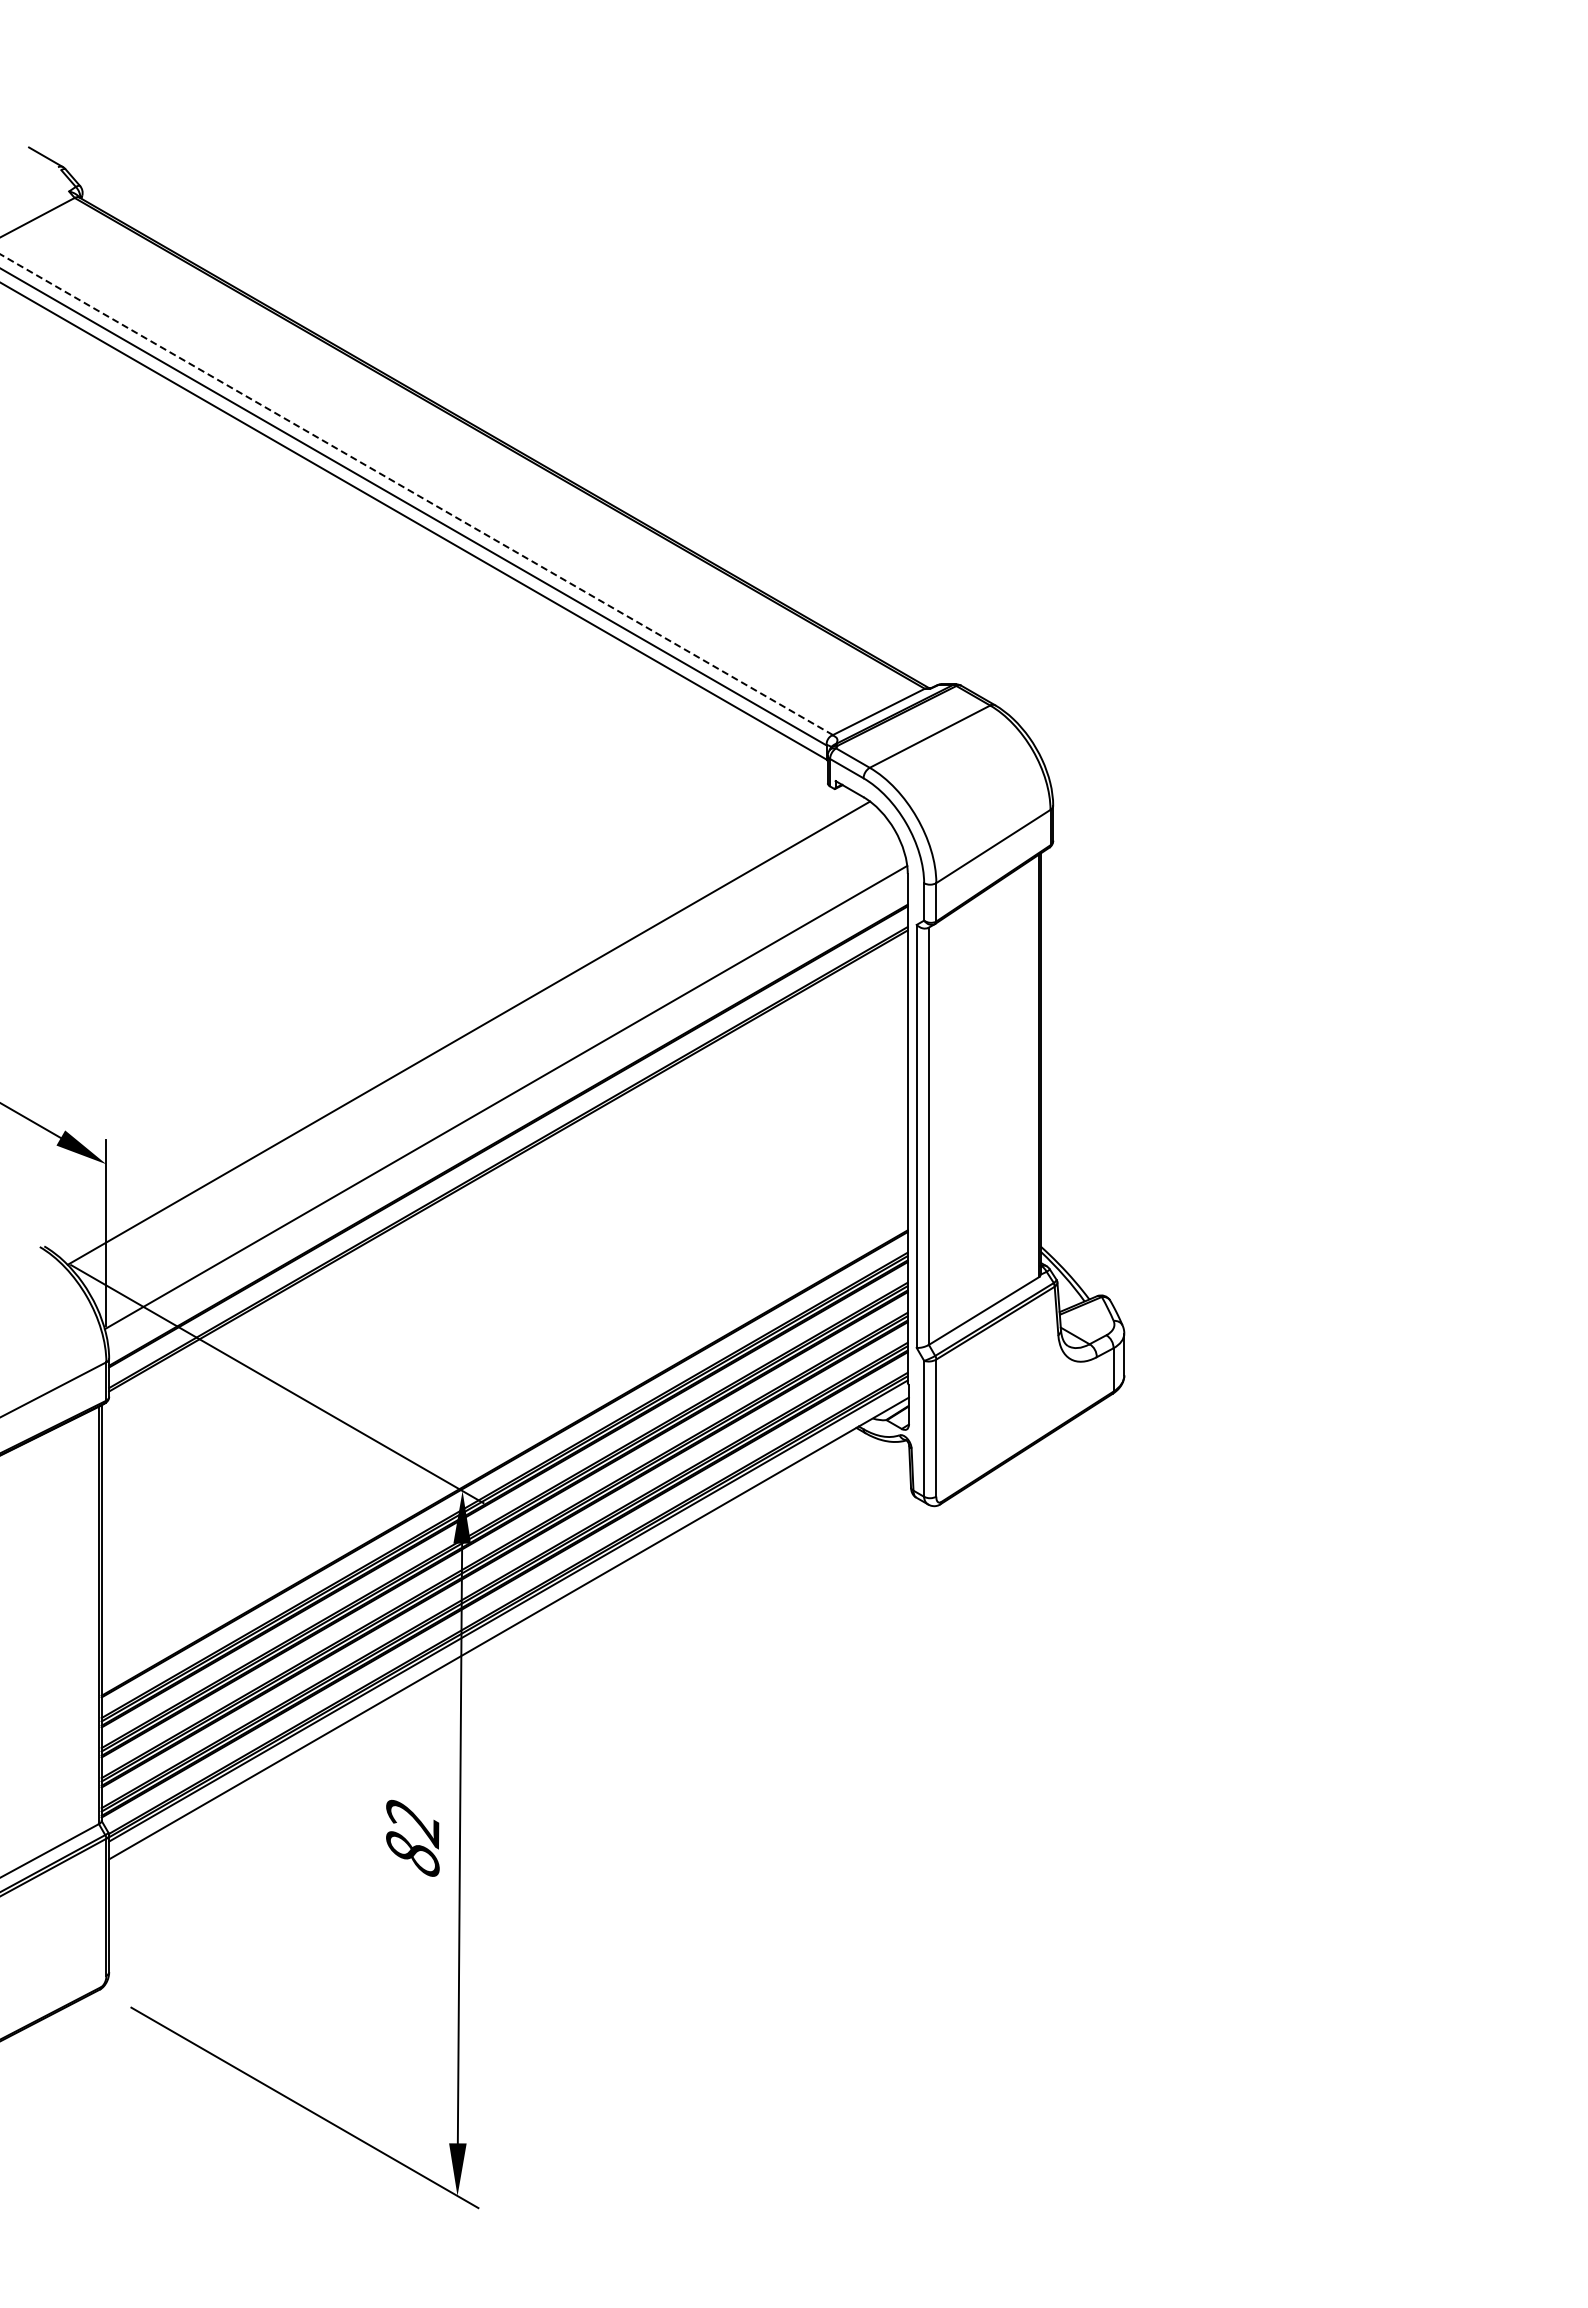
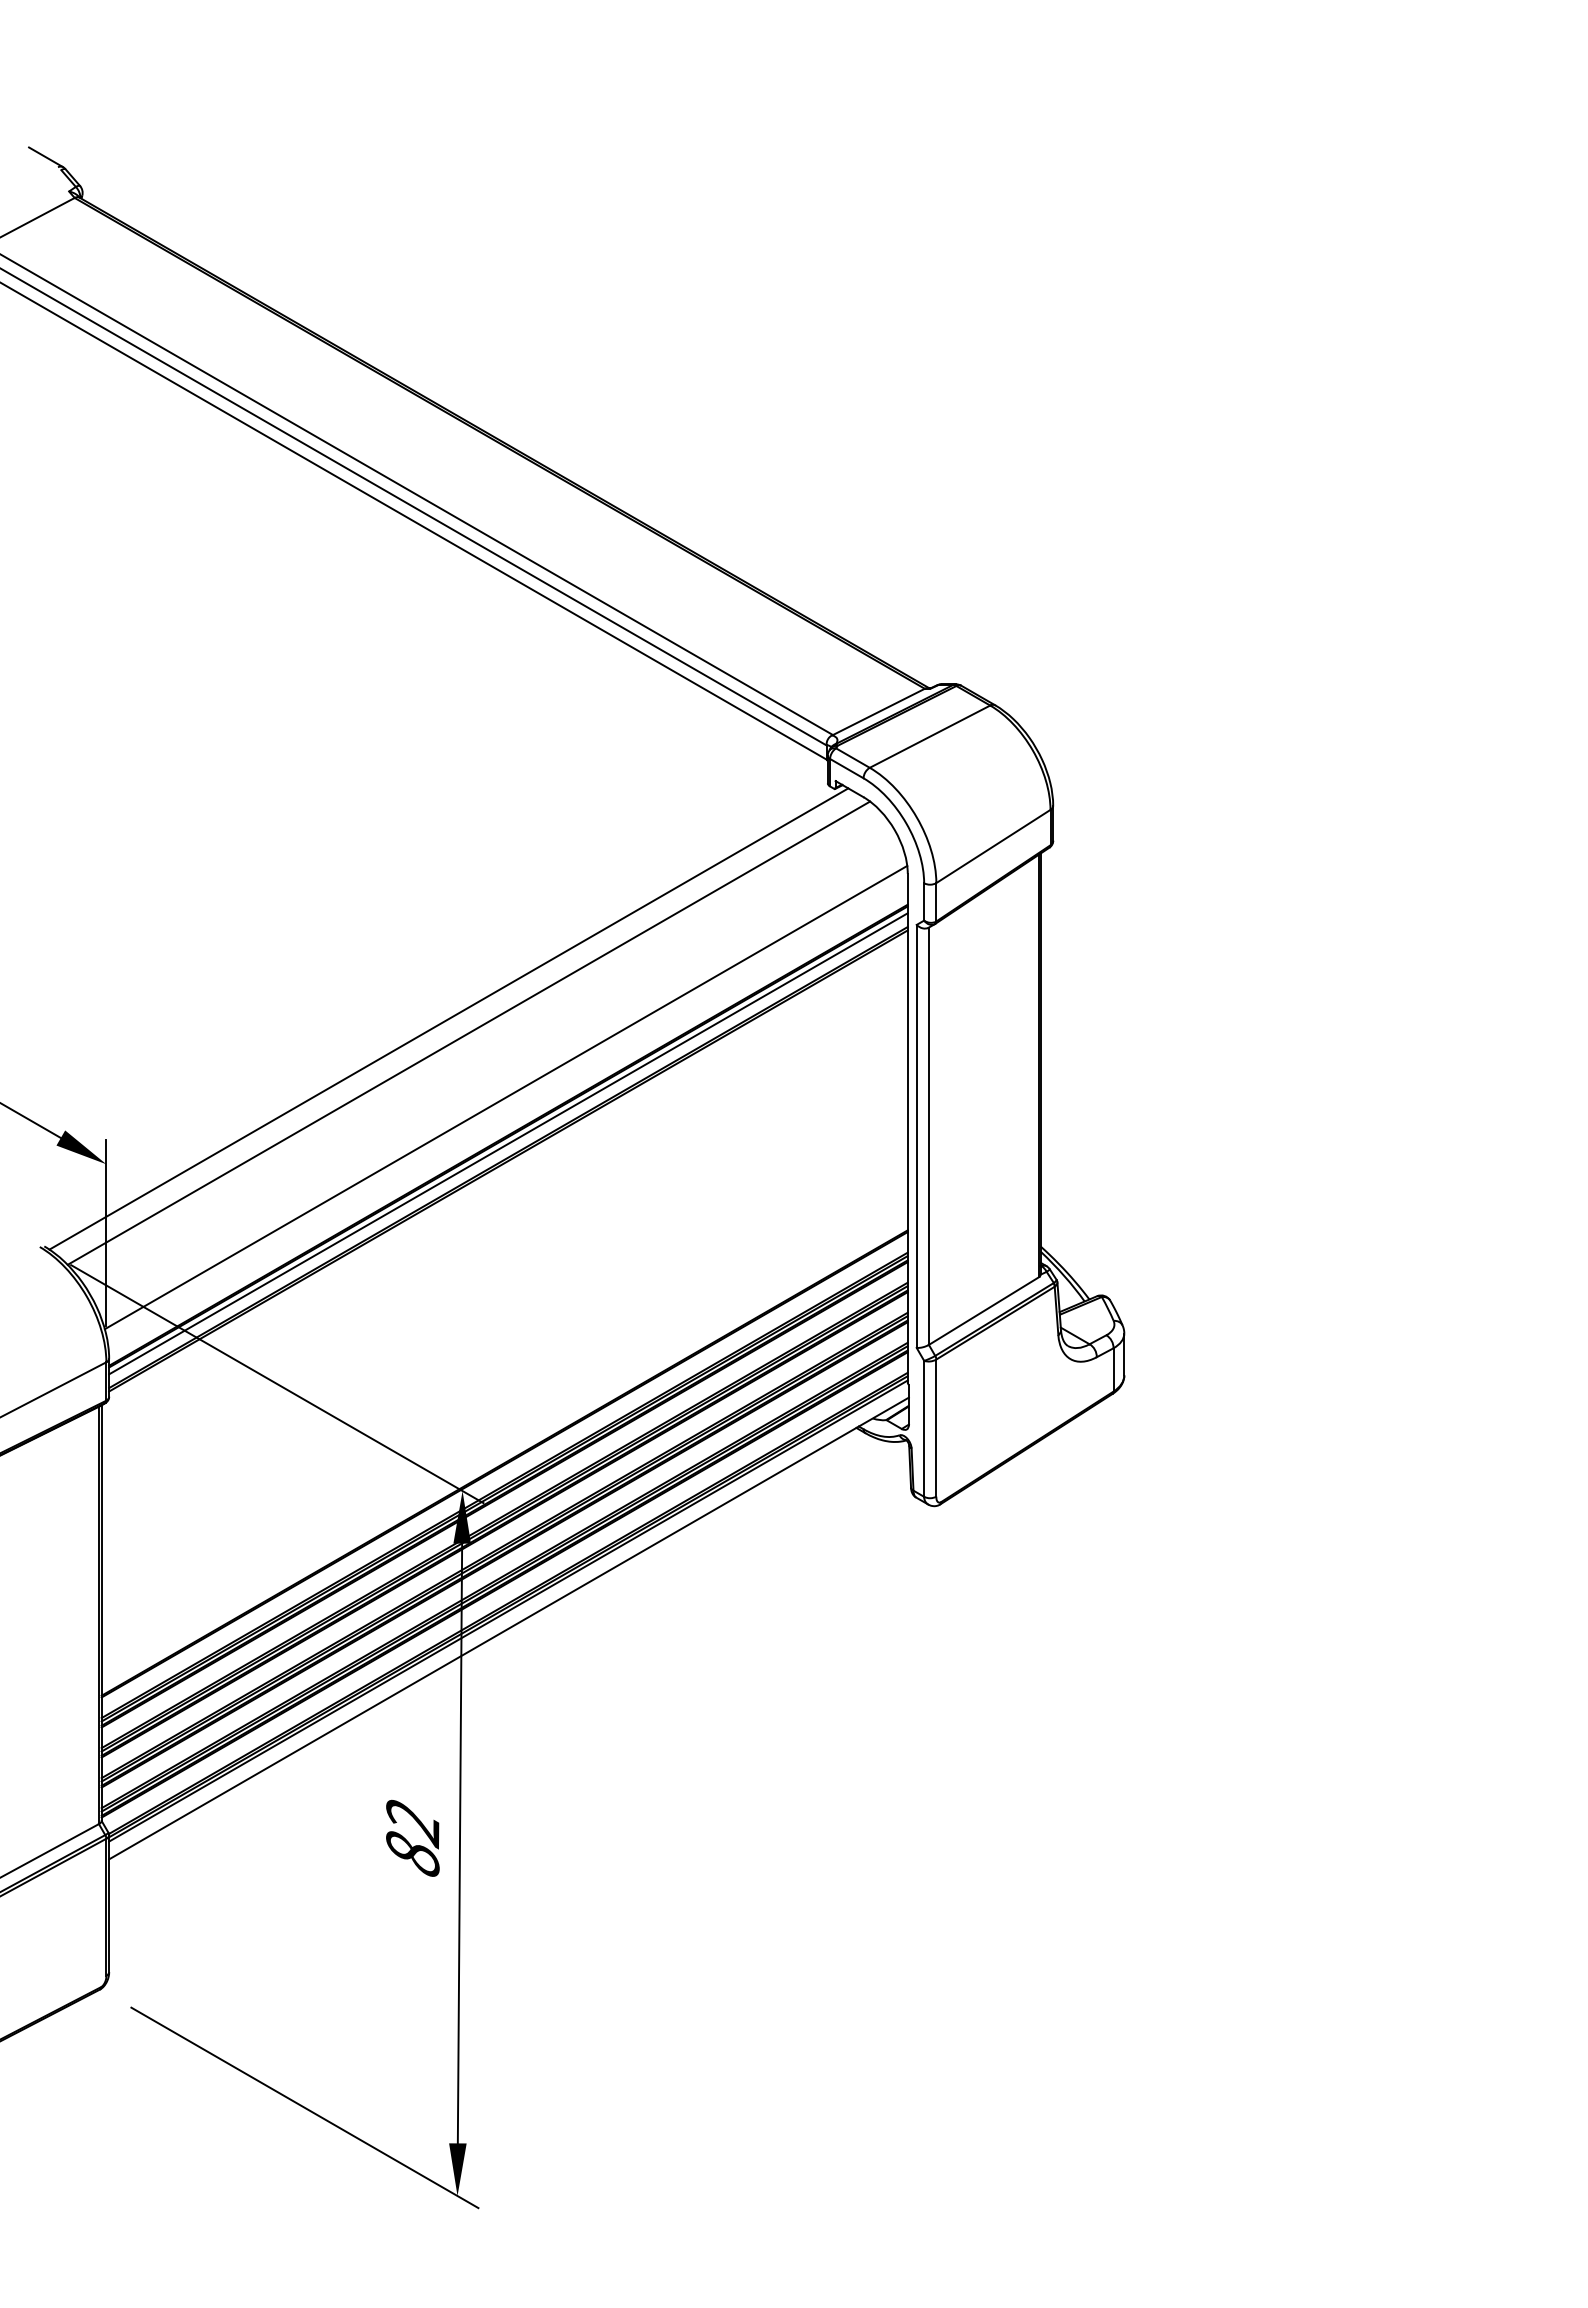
line at (416, 494): dashed -> solid
line at (448, 1018): none -> present
line at (508, 1143): none -> present
